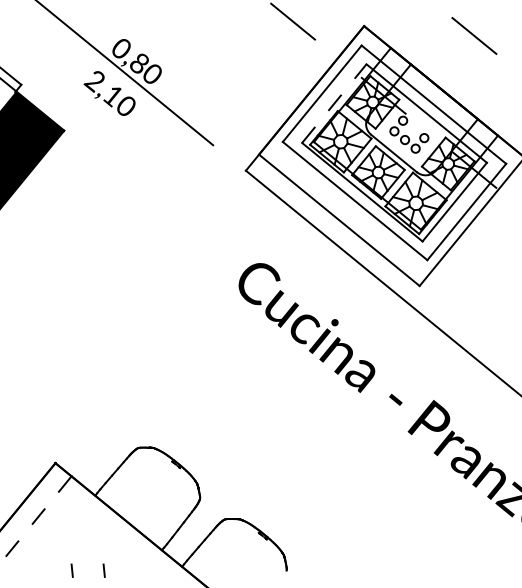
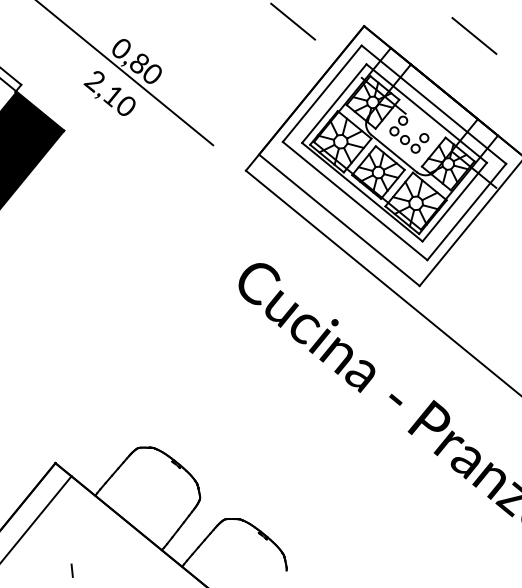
line at (334, 103): dashed -> solid
line at (36, 519): dashed -> solid
line at (103, 570): present -> none
